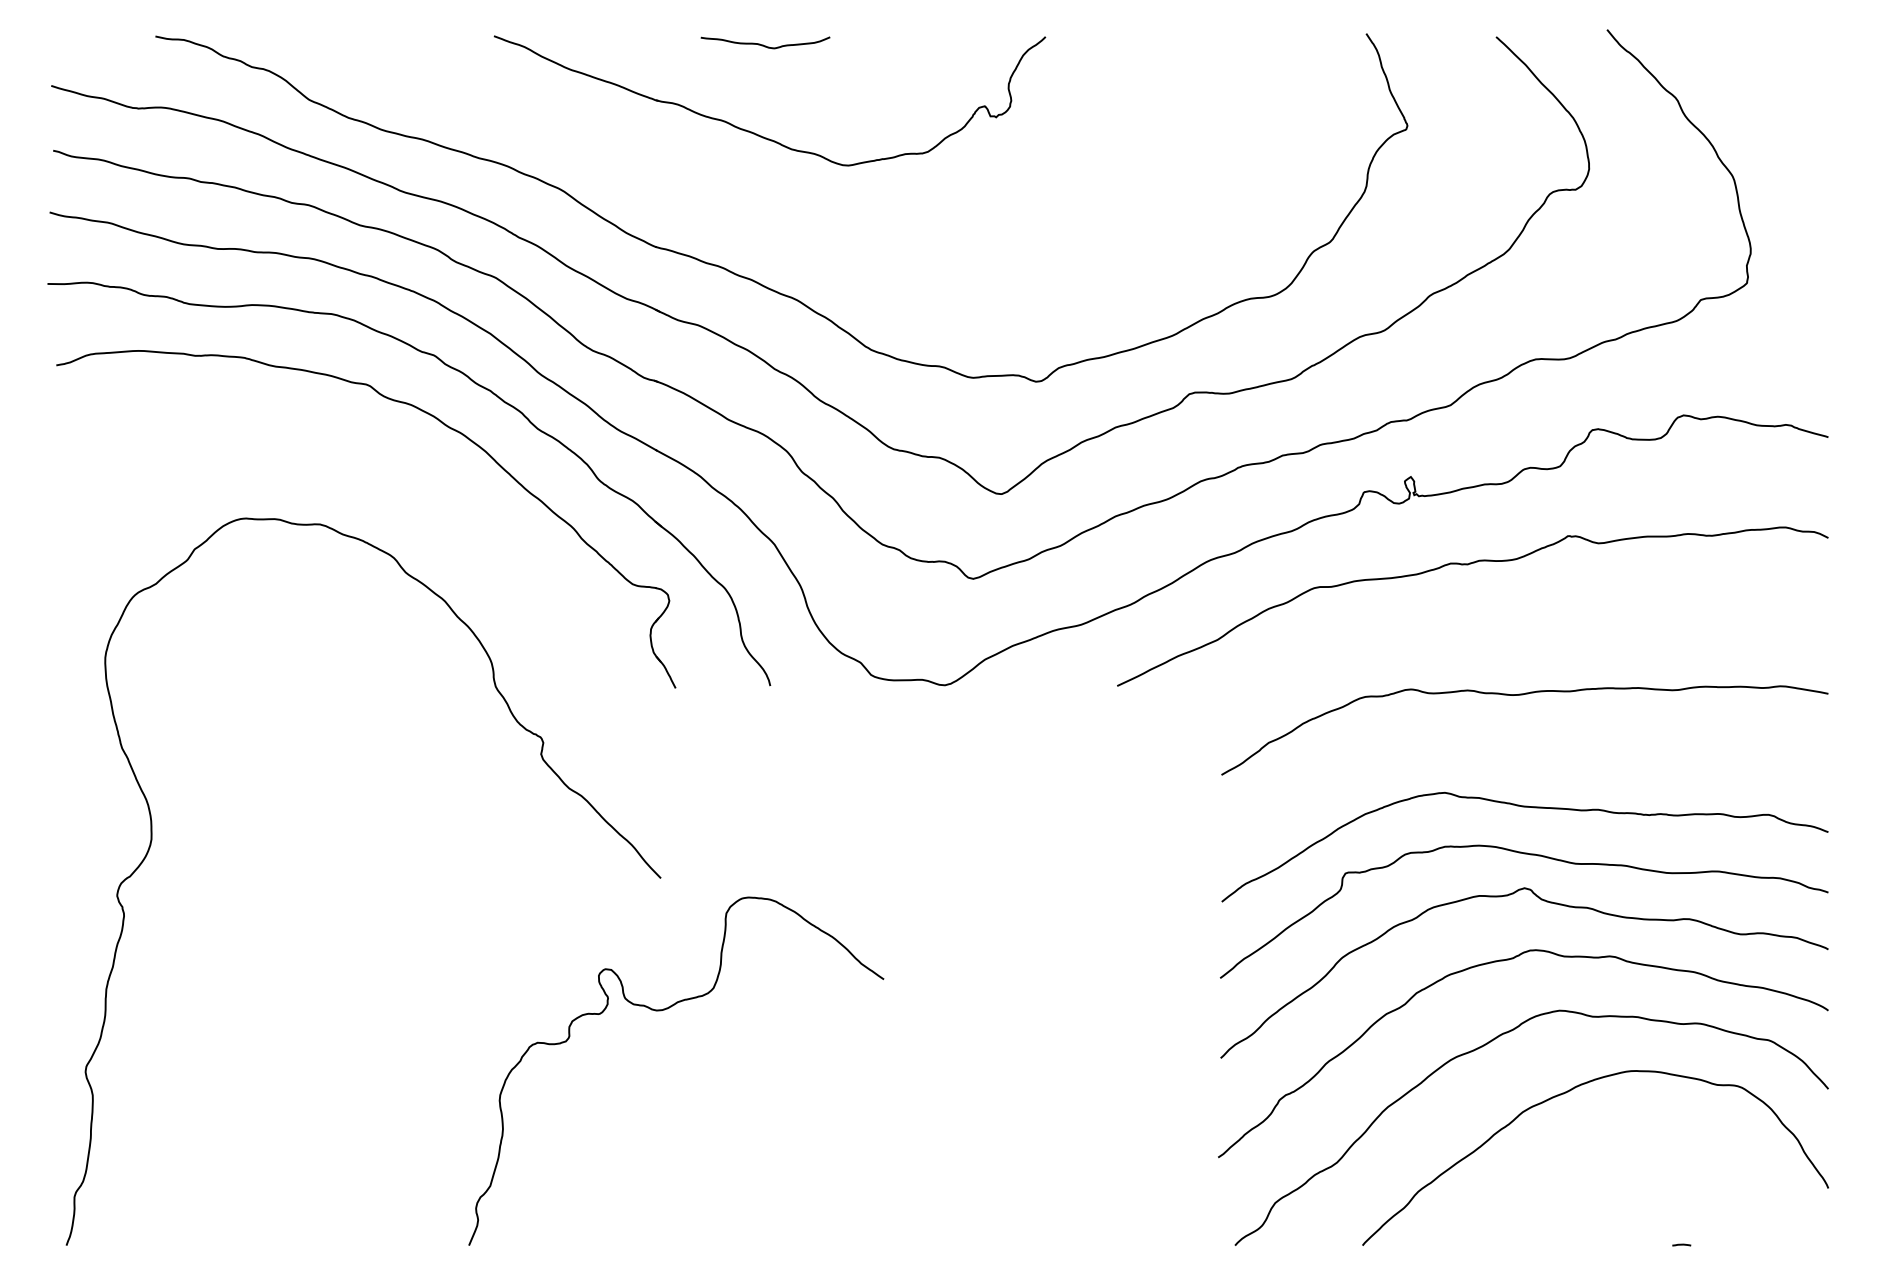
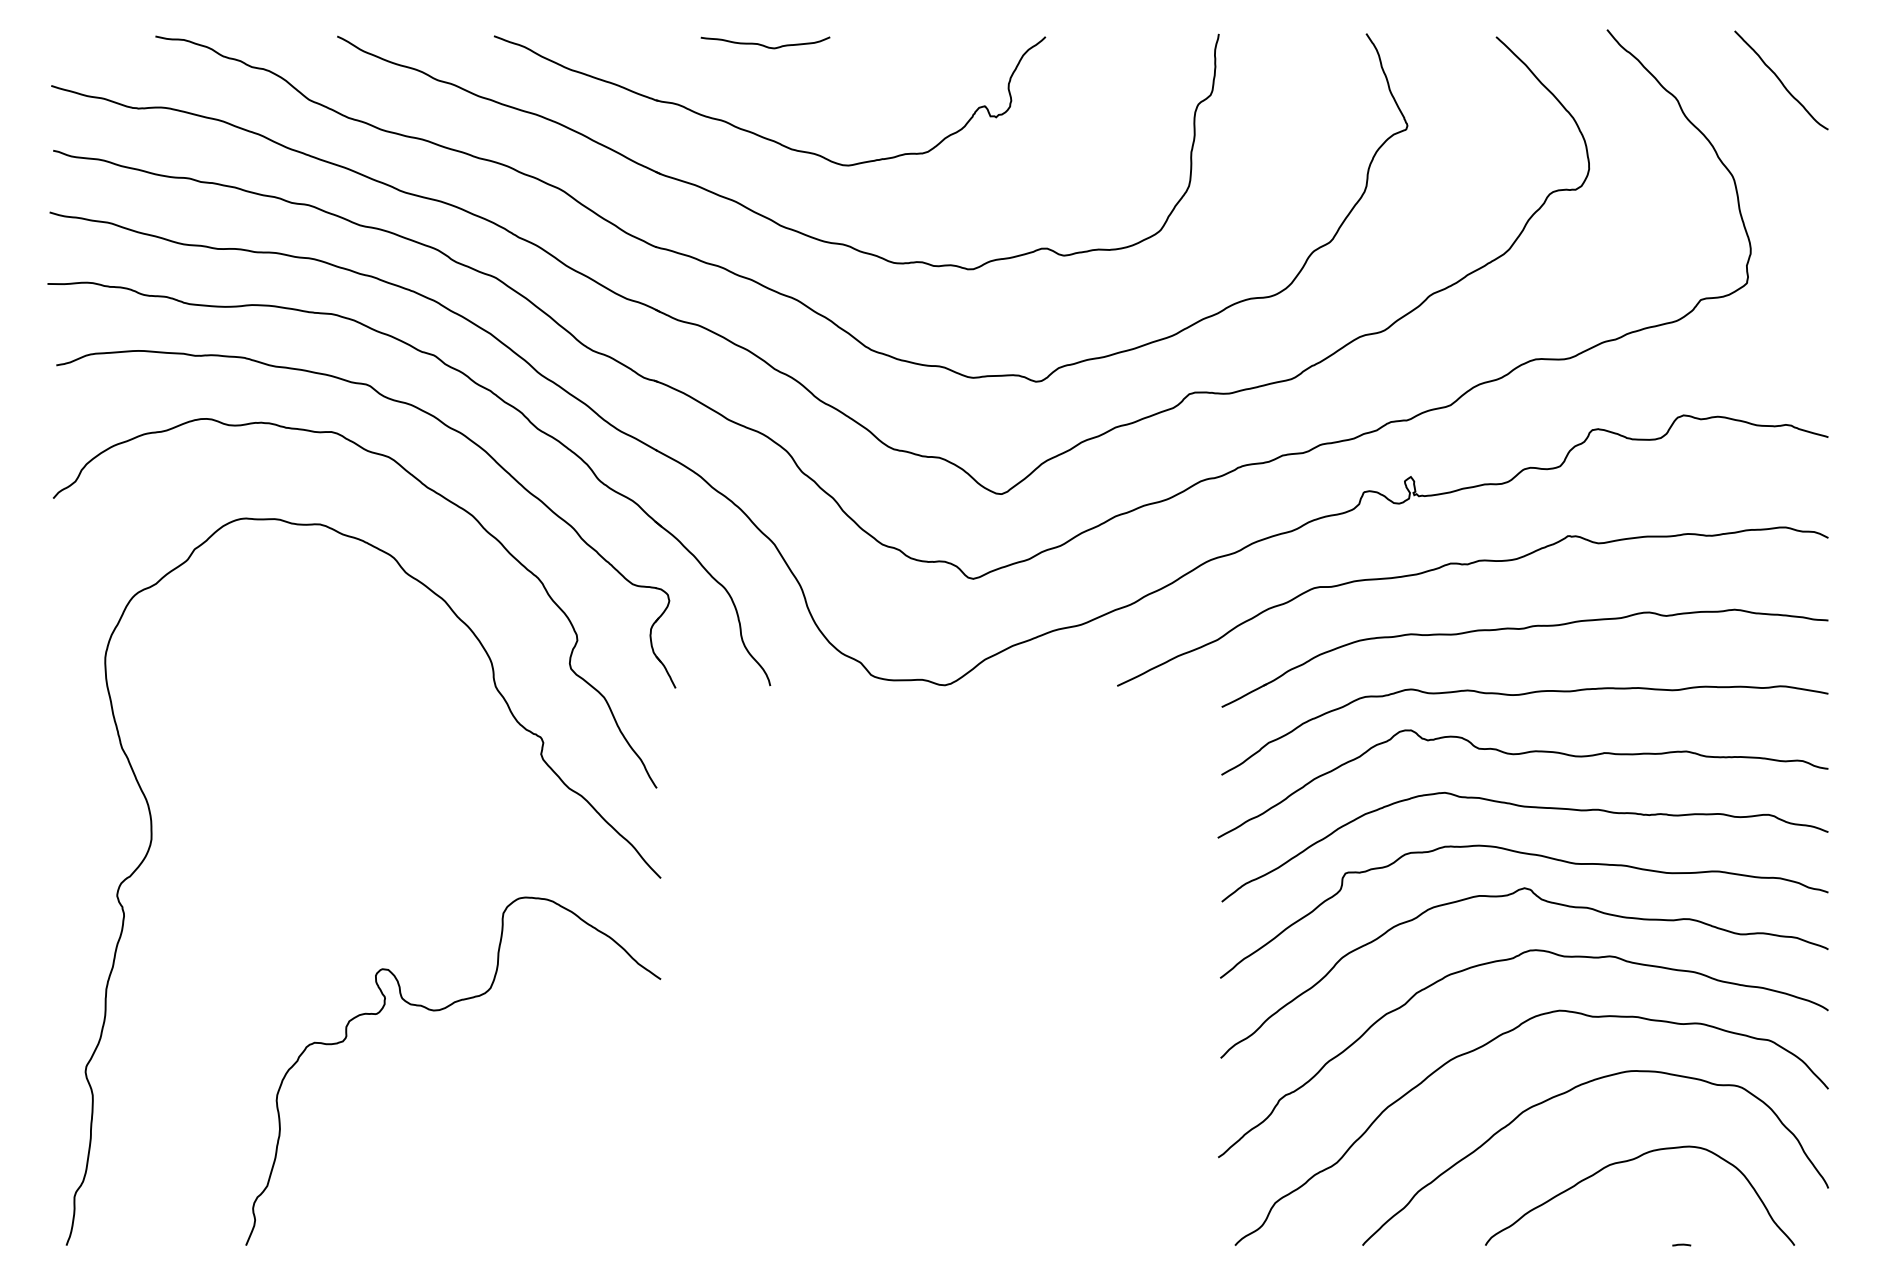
curve at (1781, 80): none -> present
part at (750, 208): none -> present
curve at (428, 489): none -> present
part at (1524, 629): none -> present
curve at (1522, 754): none -> present
curve at (661, 1011) position: (661, 1011) -> (438, 1011)
curve at (1629, 1161): none -> present
